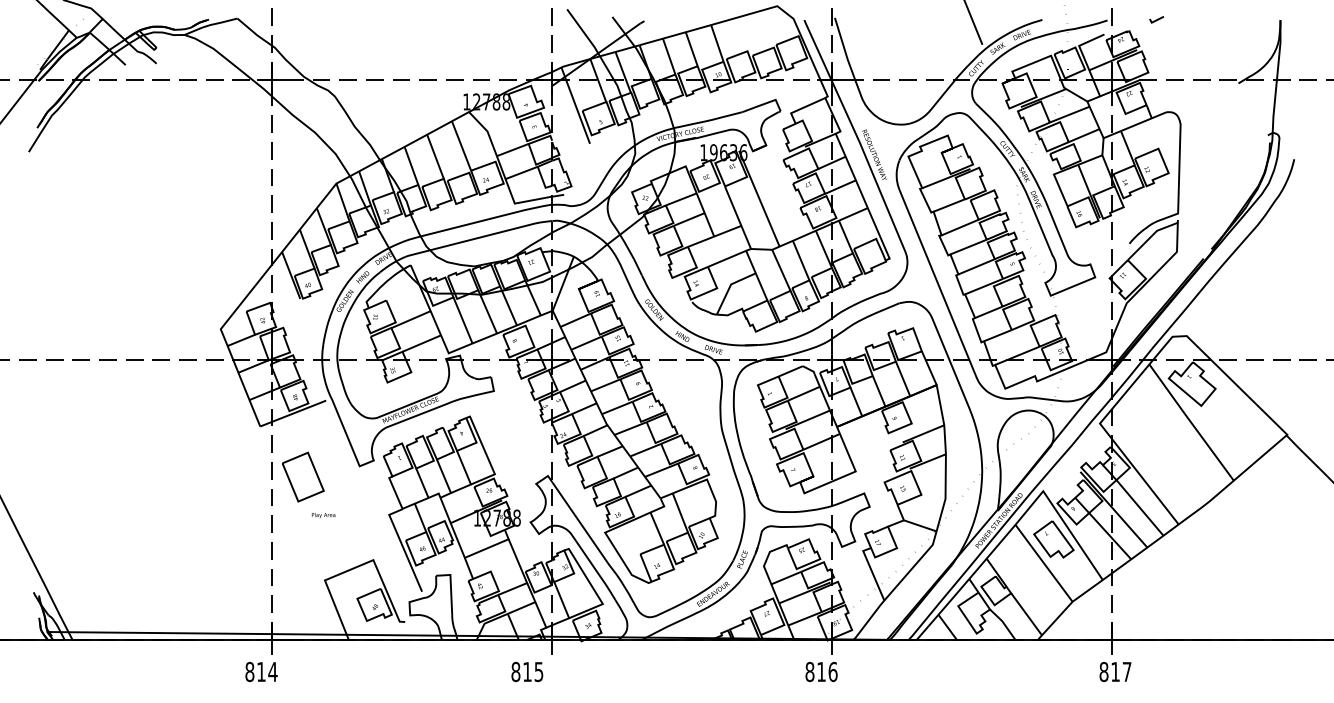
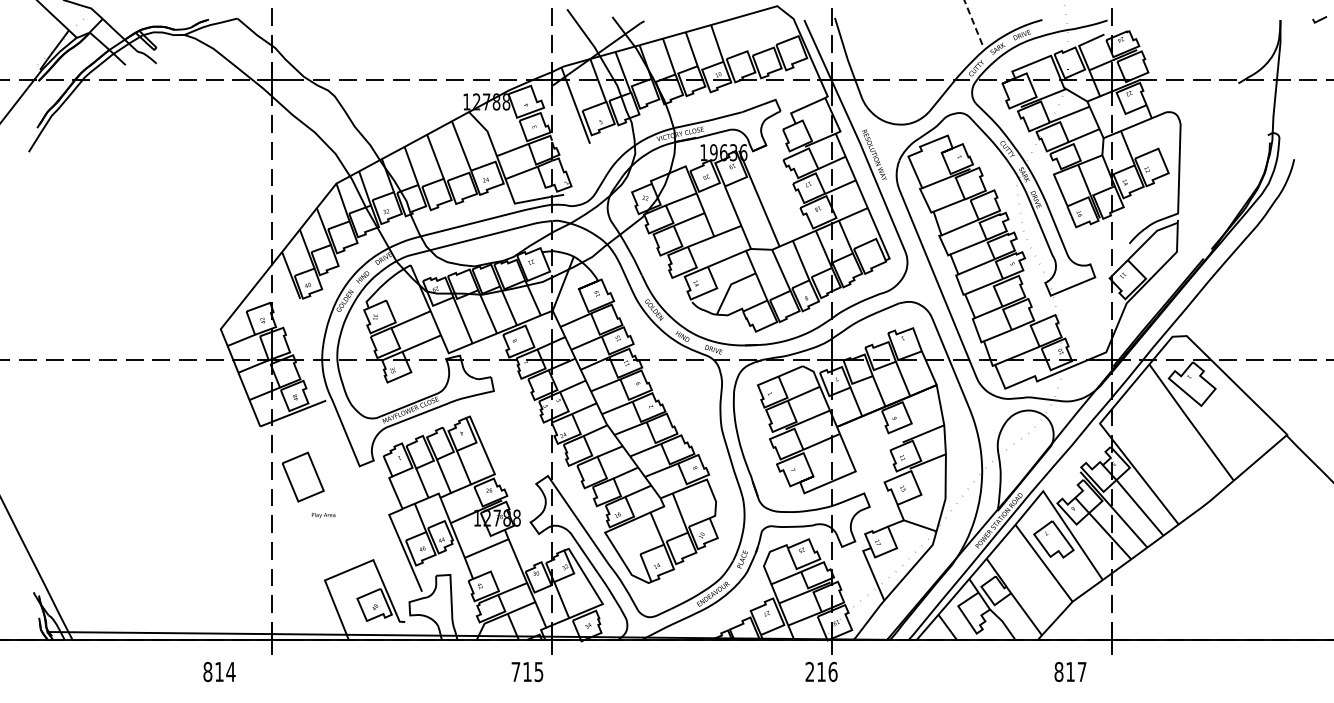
line at (1156, 19) position: (1156, 19) -> (1319, 19)
line at (973, 22): solid -> dashed
text at (261, 671) position: (261, 671) -> (219, 671)
text at (515, 671): 815 -> 715
text at (1115, 671) position: (1115, 671) -> (1070, 671)
text at (809, 672): 816 -> 216
